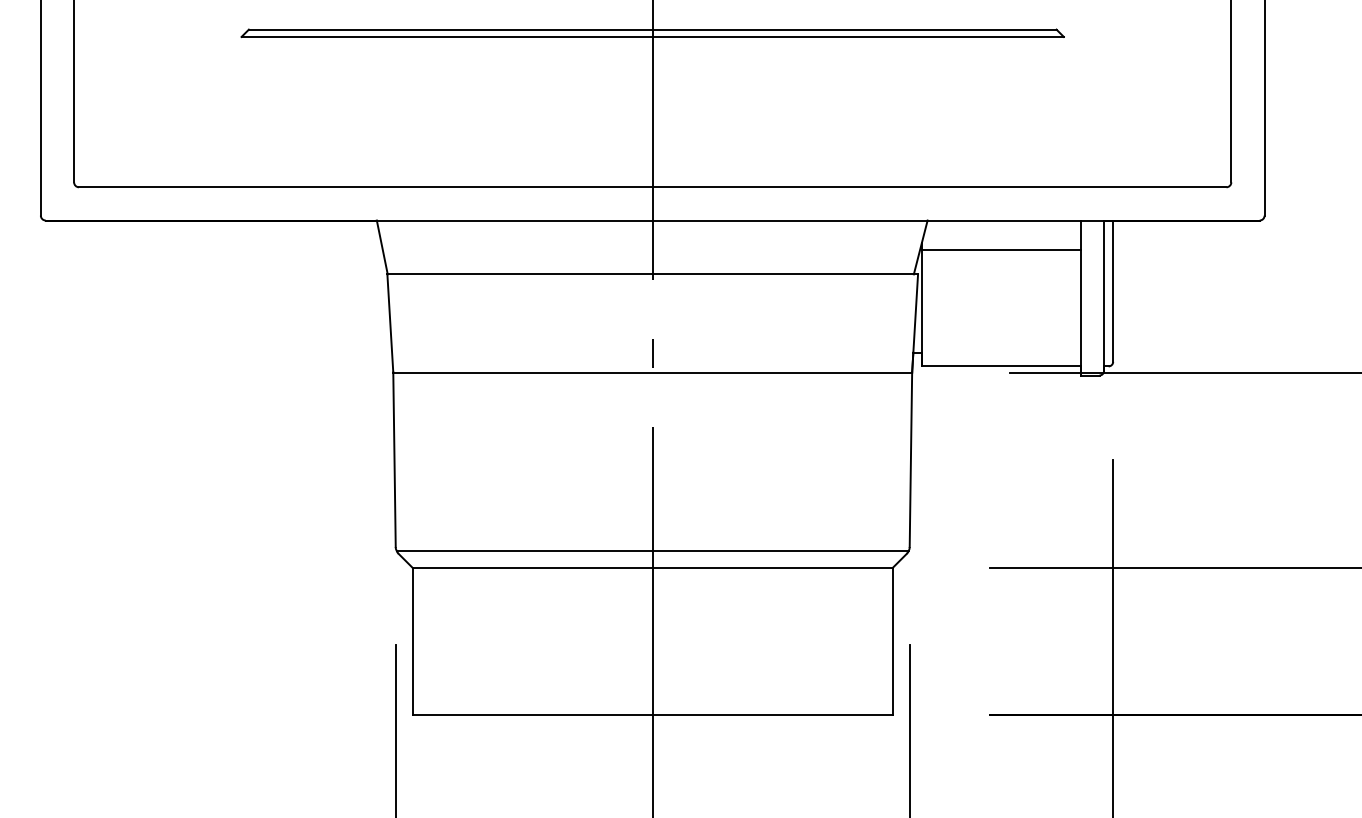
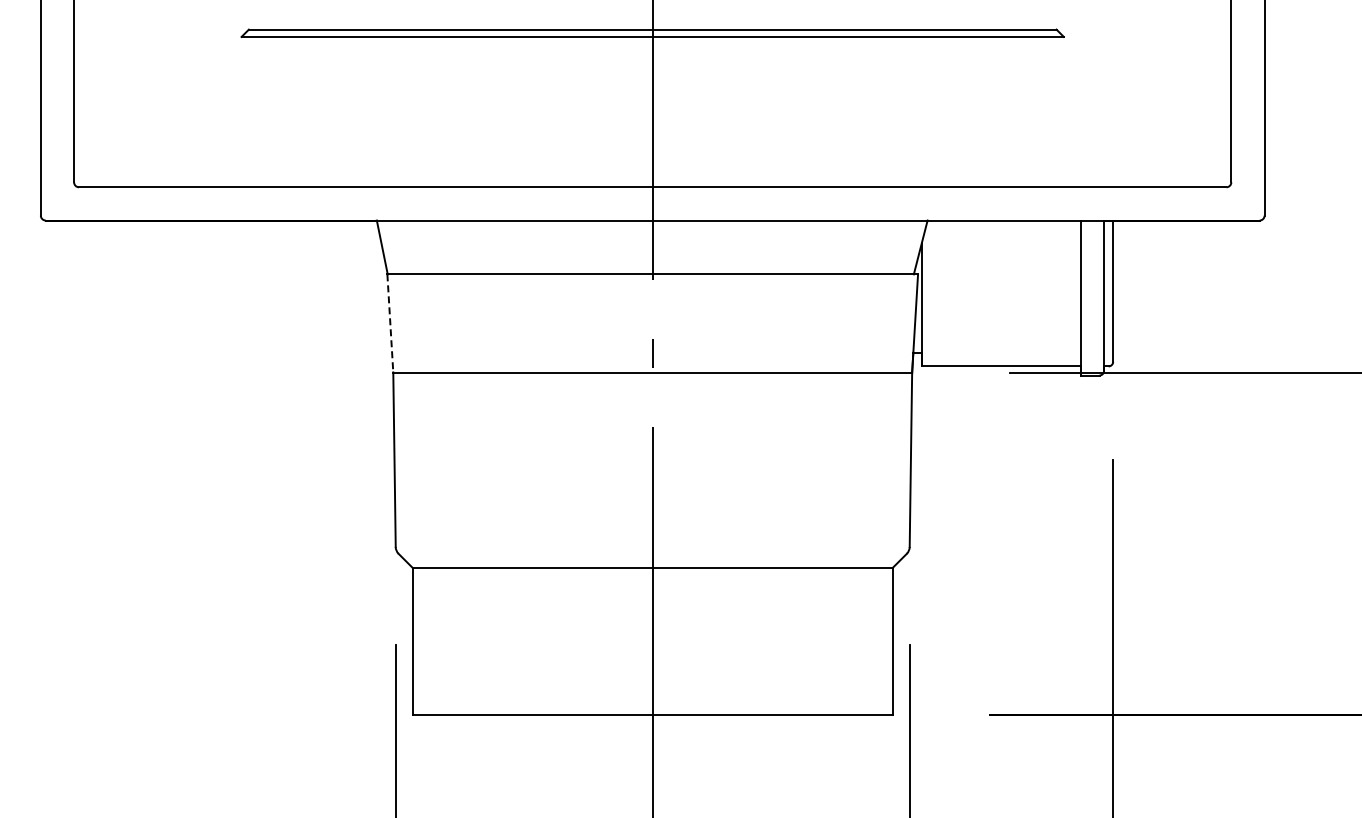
line at (1001, 249): present -> none
line at (390, 324): solid -> dashed
line at (652, 551): present -> none
line at (1174, 568): present -> none
